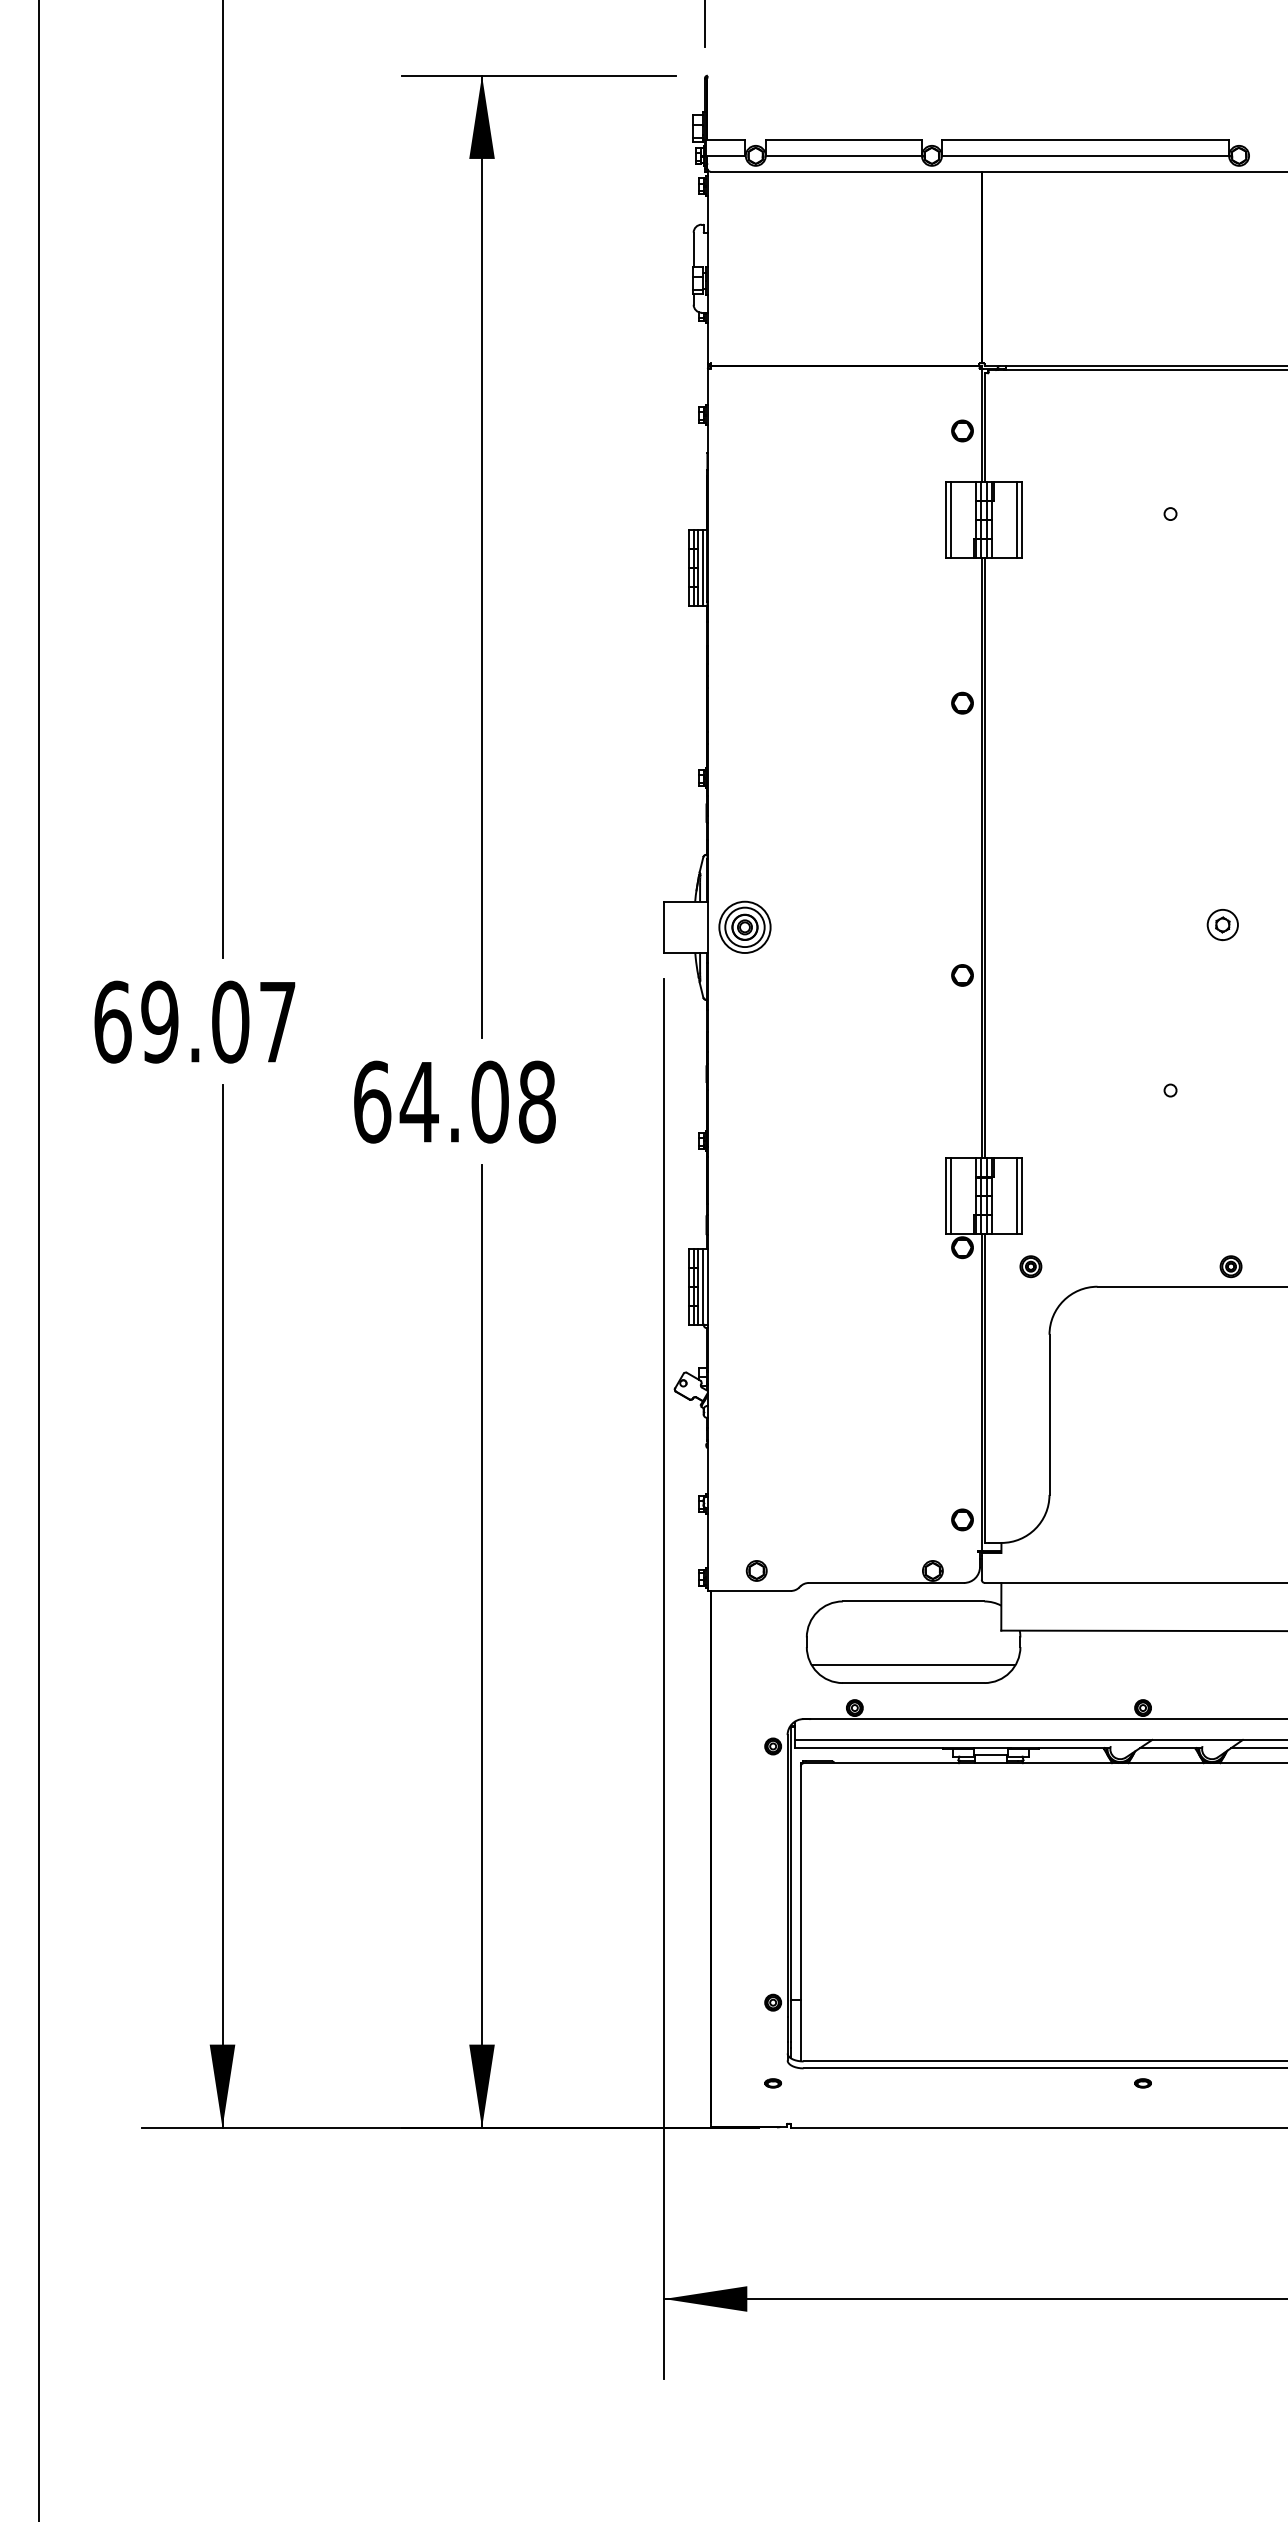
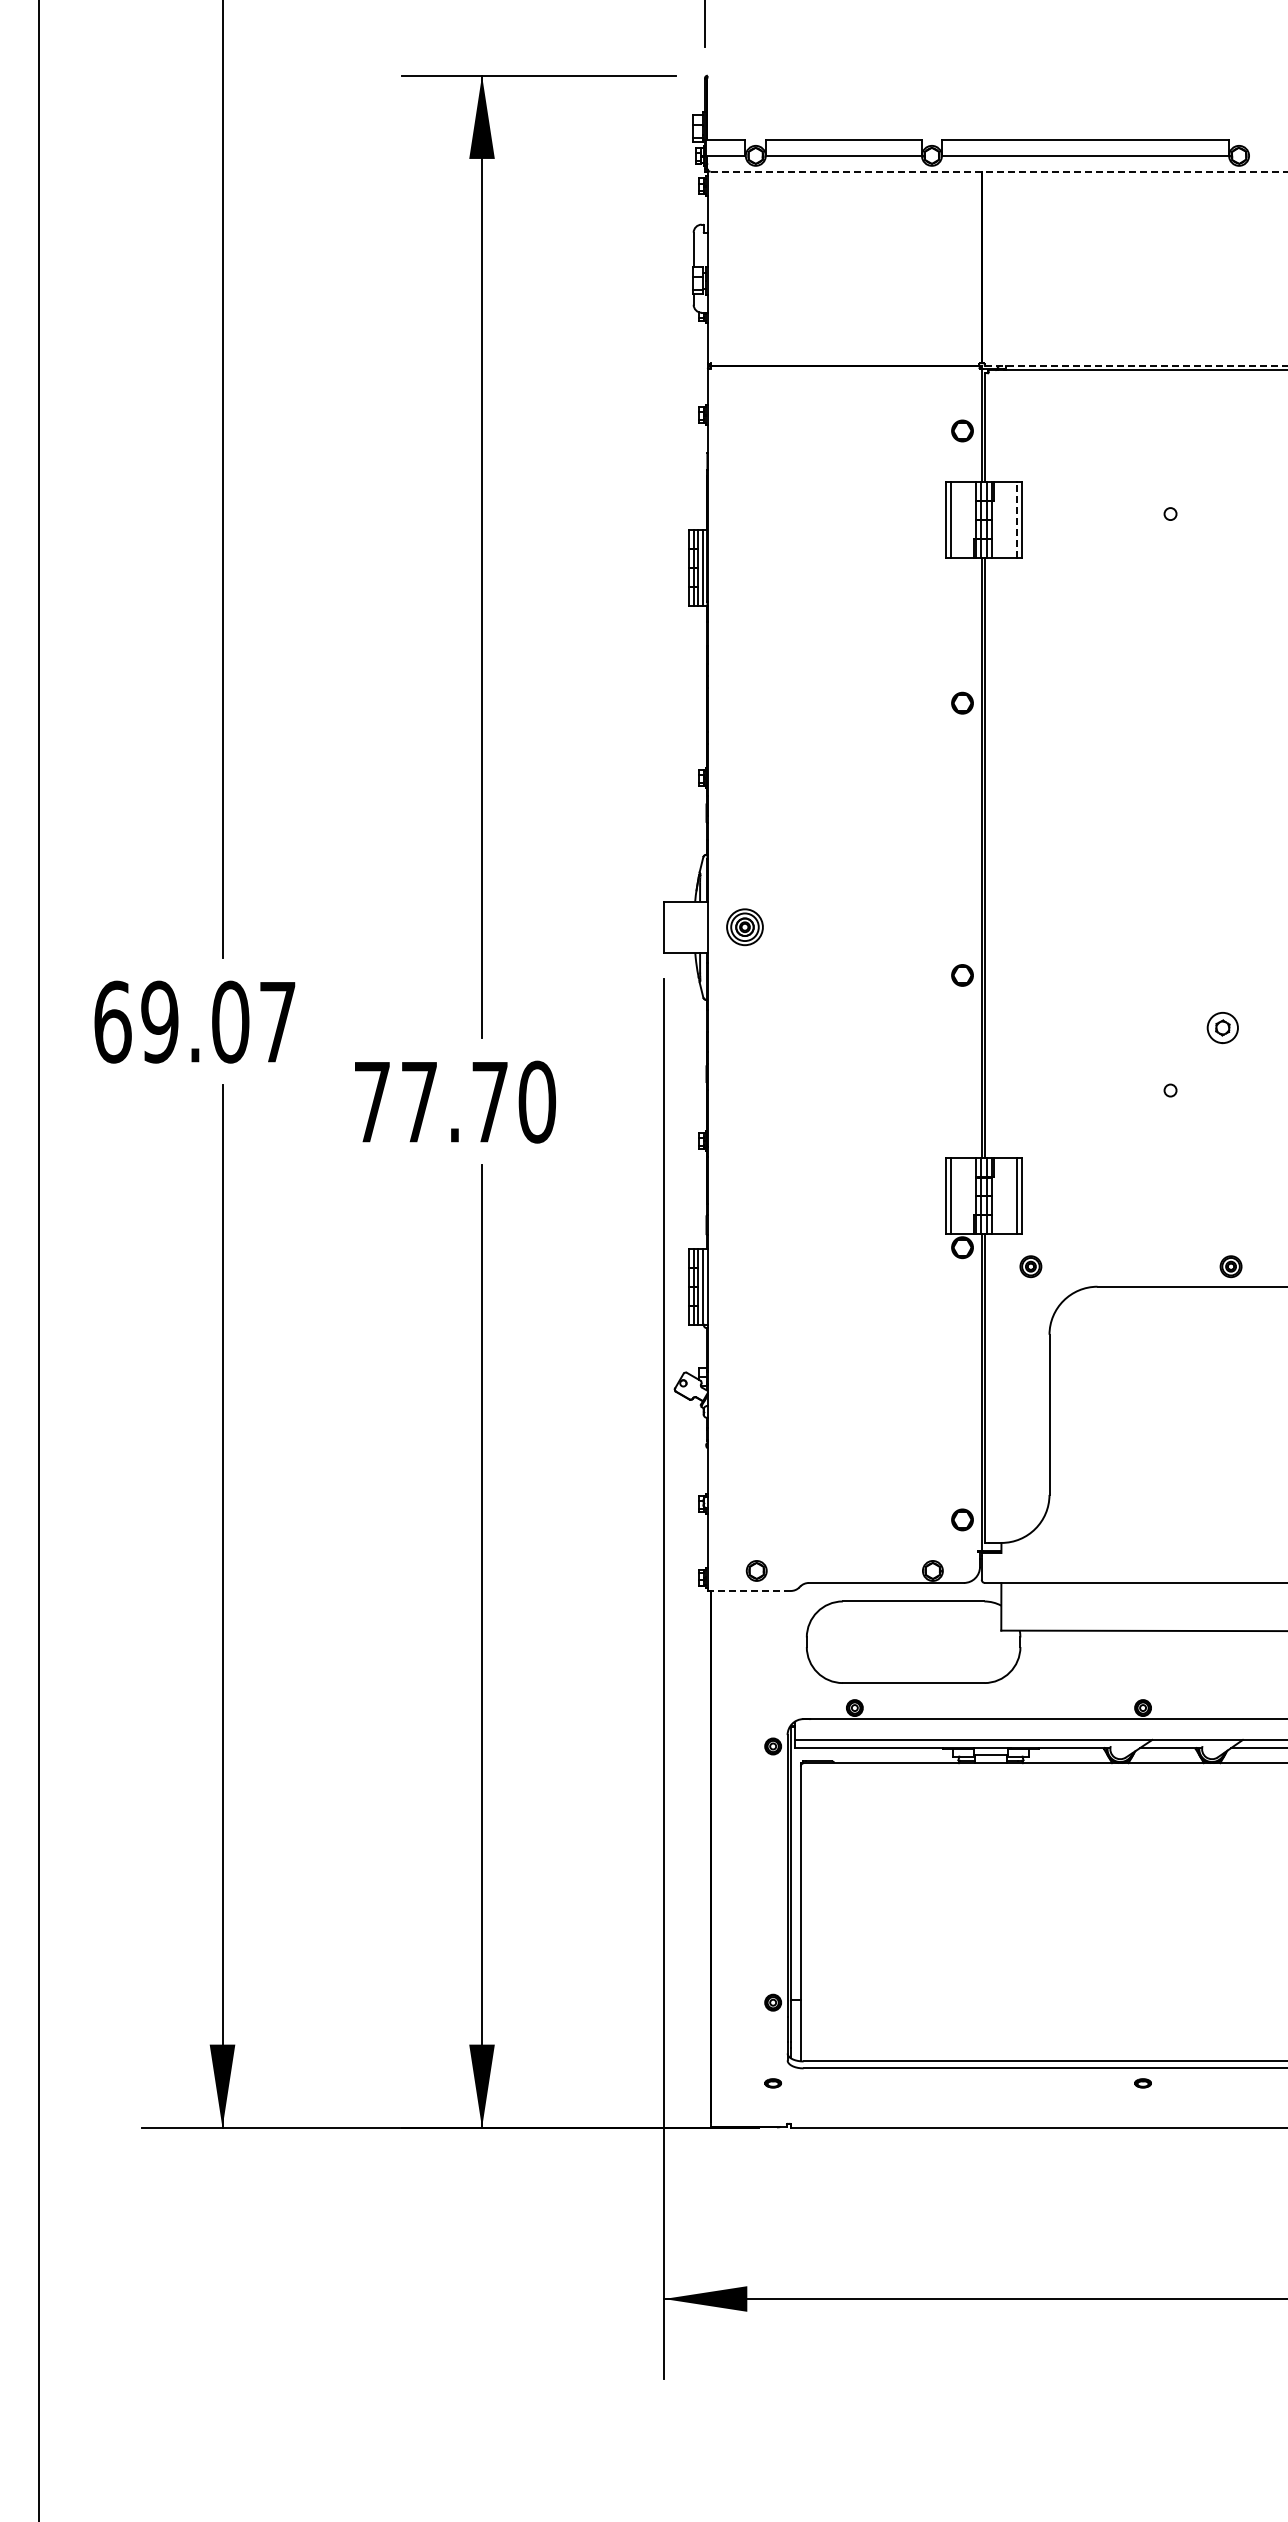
line at (999, 171): solid -> dashed
line at (1136, 365): solid -> dashed
line at (1016, 519): solid -> dashed
part at (1222, 925) position: (1222, 925) -> (1222, 1028)
part at (744, 926) size: 54x54 px -> 38x39 px
text at (455, 1101): 64.08 -> 77.70
line at (750, 1590): solid -> dashed
line at (913, 1665): present -> none
